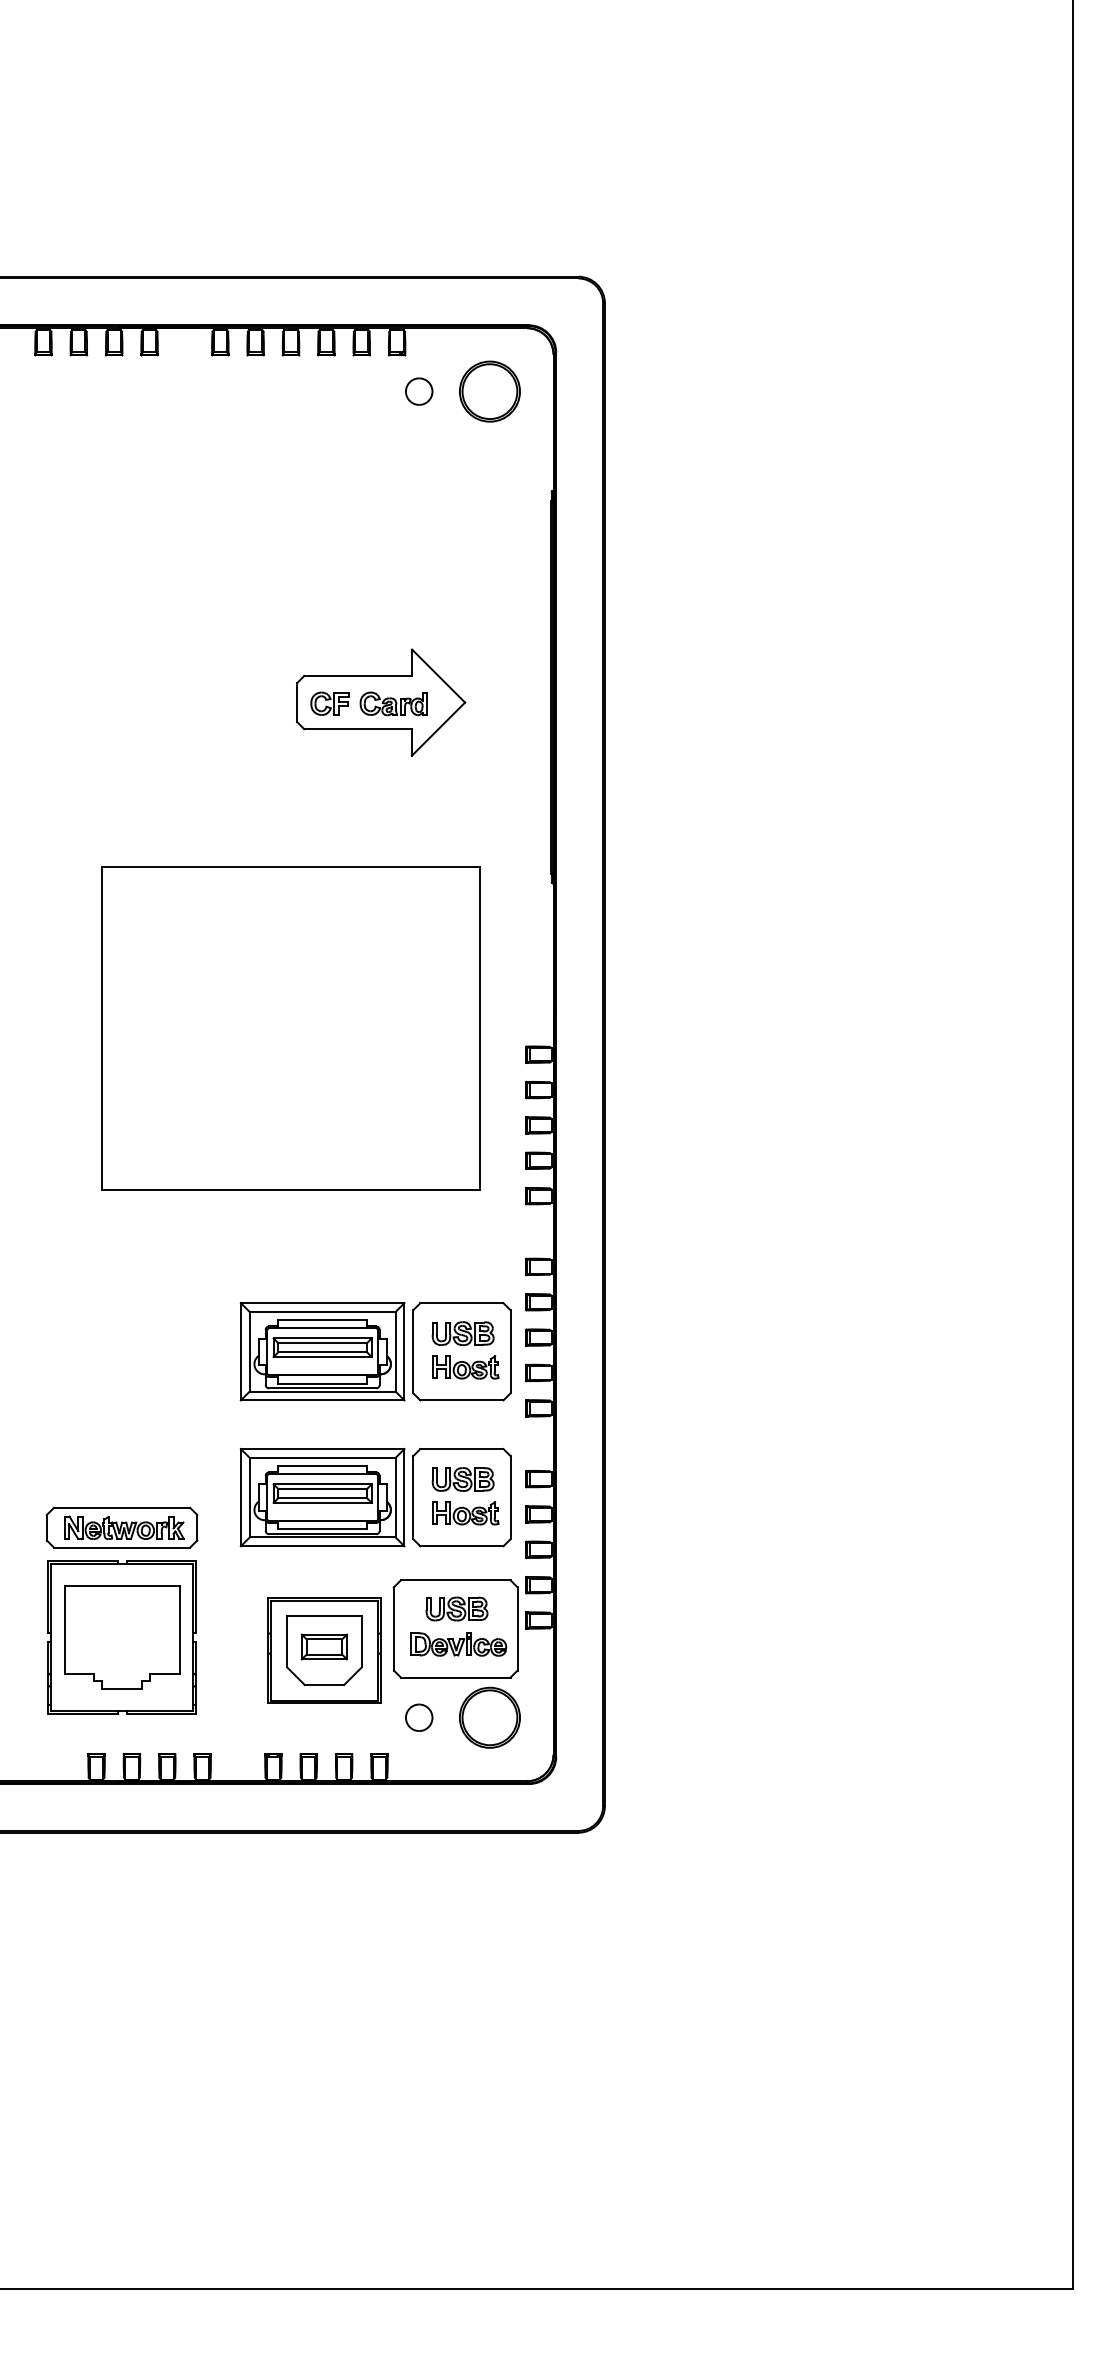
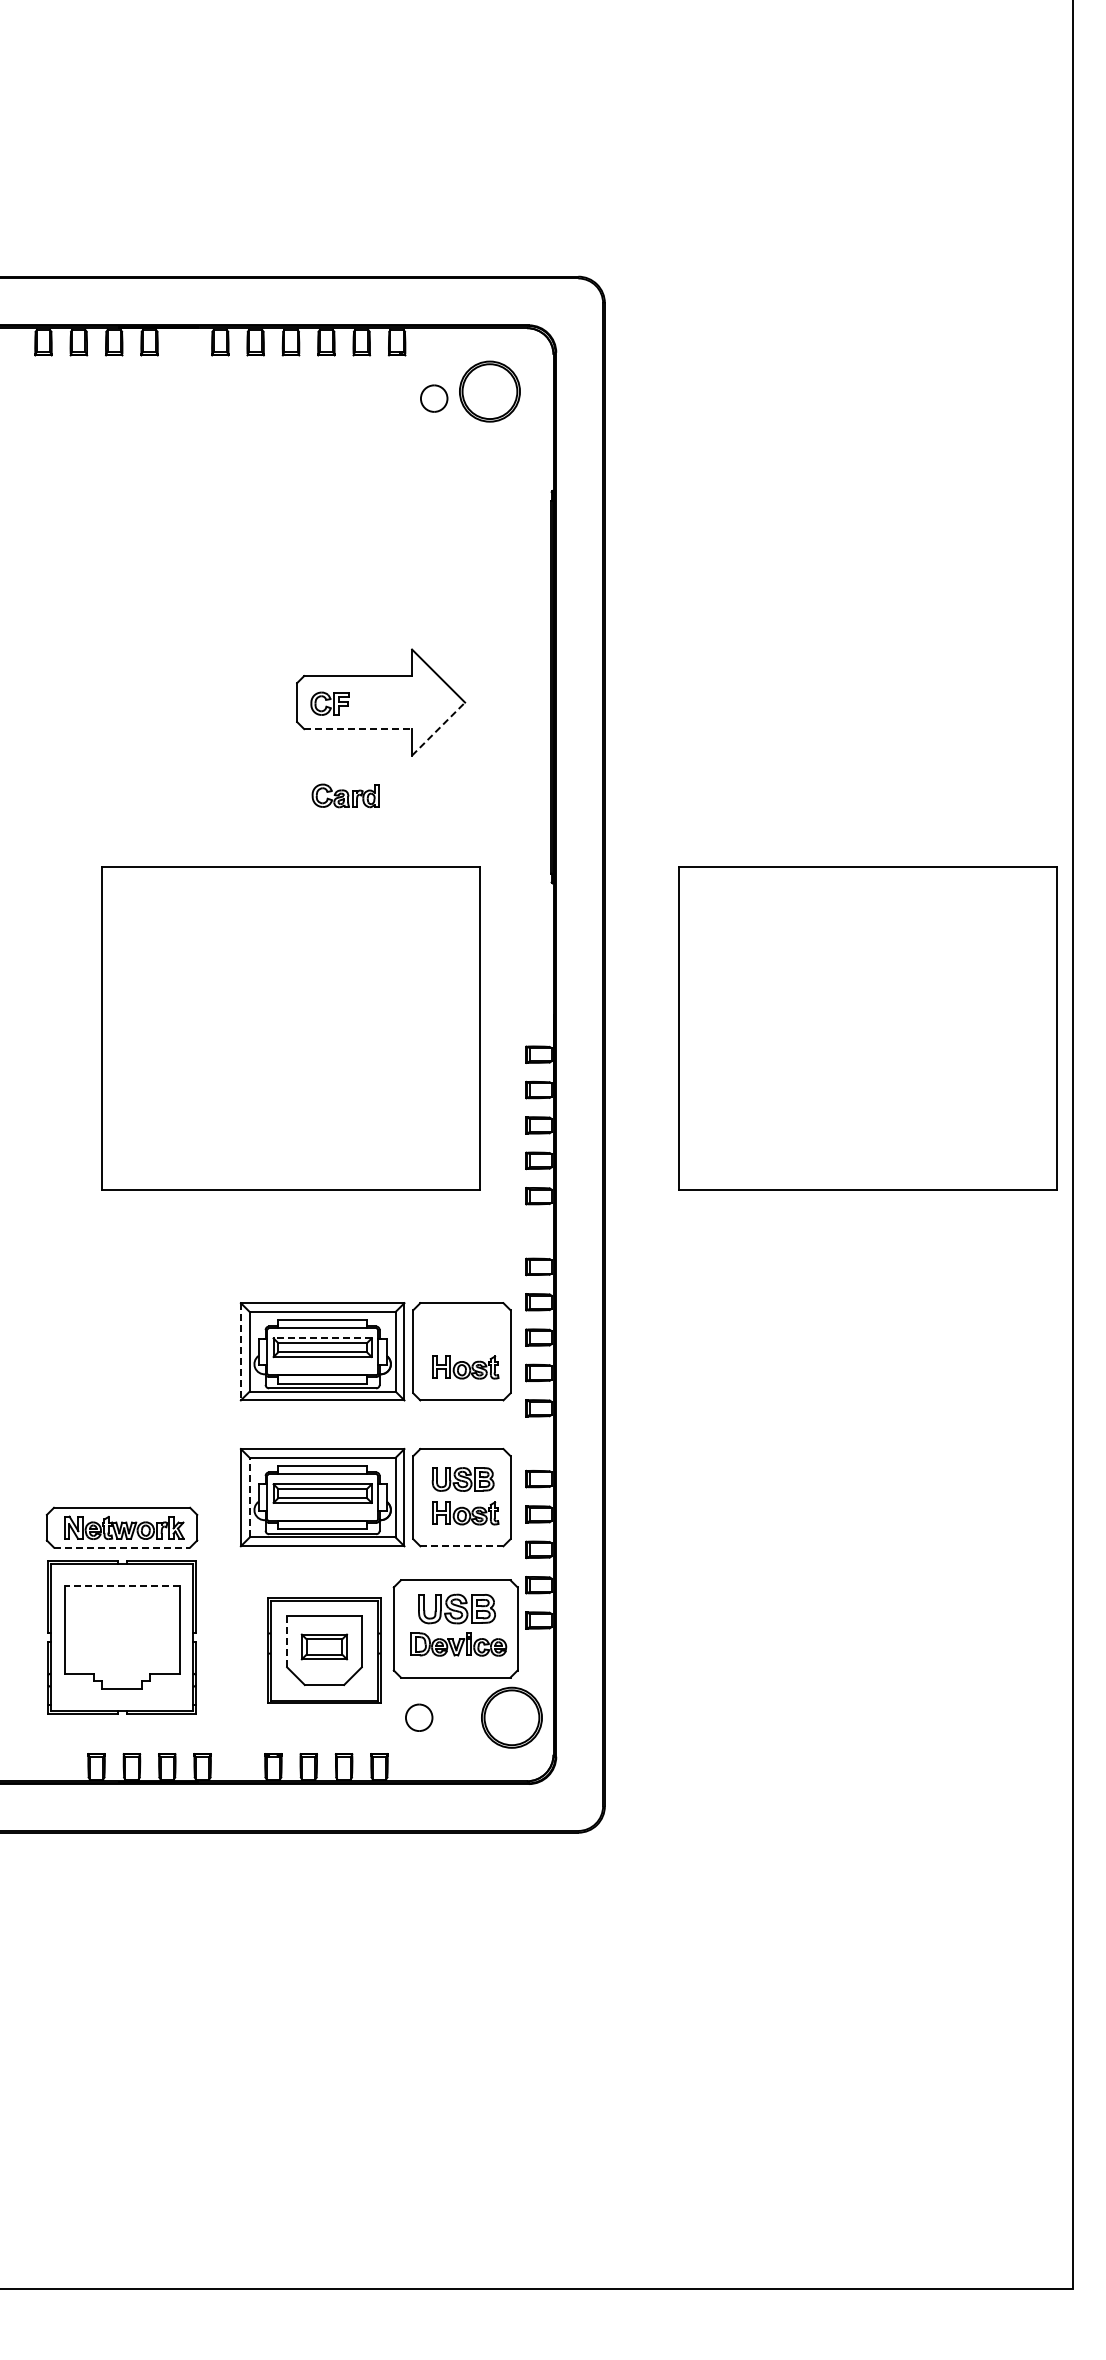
part at (419, 391) position: (419, 391) -> (434, 398)
part at (393, 703) position: (393, 703) -> (345, 795)
line at (358, 729): solid -> dashed
line at (438, 729): solid -> dashed
part at (867, 1028): none -> present
part at (462, 1333): present -> none
line at (322, 1338): solid -> dashed
line at (240, 1351): solid -> dashed
line at (249, 1497): solid -> dashed
line at (461, 1546): solid -> dashed
line at (122, 1547): solid -> dashed
line at (121, 1585): solid -> dashed
part at (456, 1608) size: 64x26 px -> 78x32 px
line at (287, 1641): solid -> dashed
part at (489, 1717) position: (489, 1717) -> (511, 1717)
